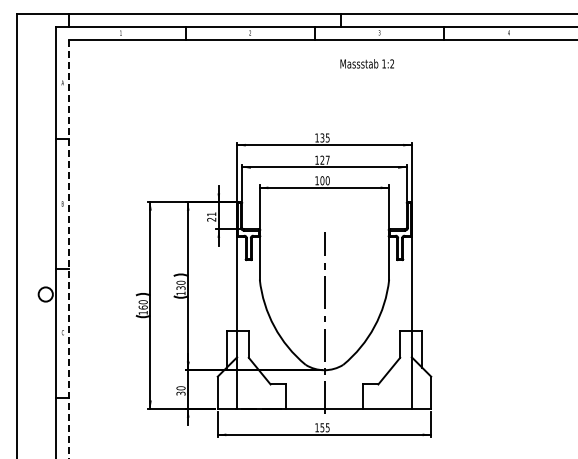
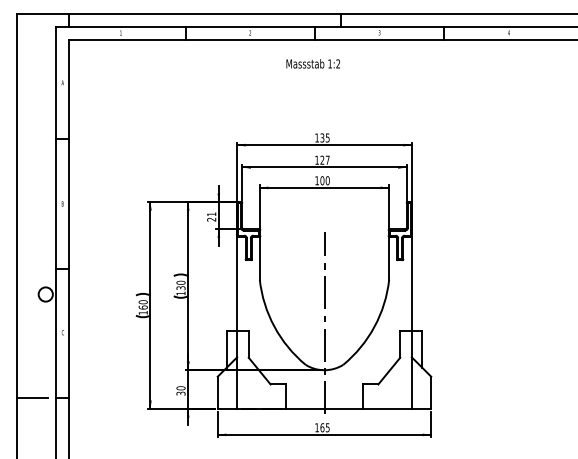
text at (366, 63) position: (366, 63) -> (312, 63)
line at (69, 249): dashed -> solid
line at (32, 398): none -> present
text at (322, 427): 155 -> 165
